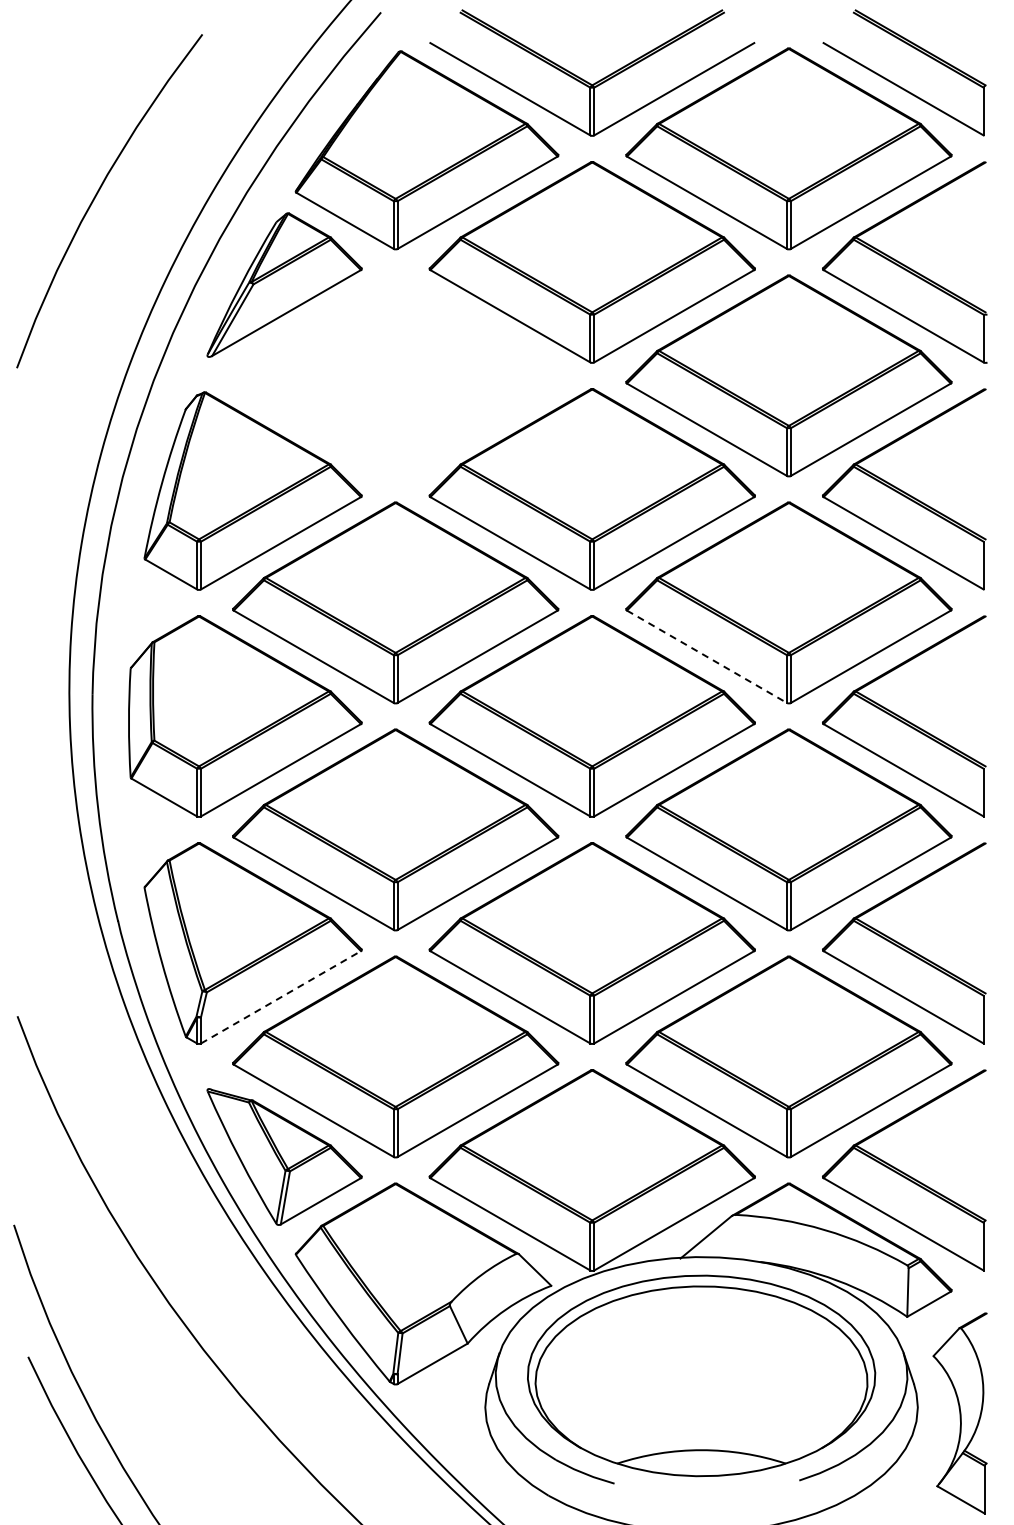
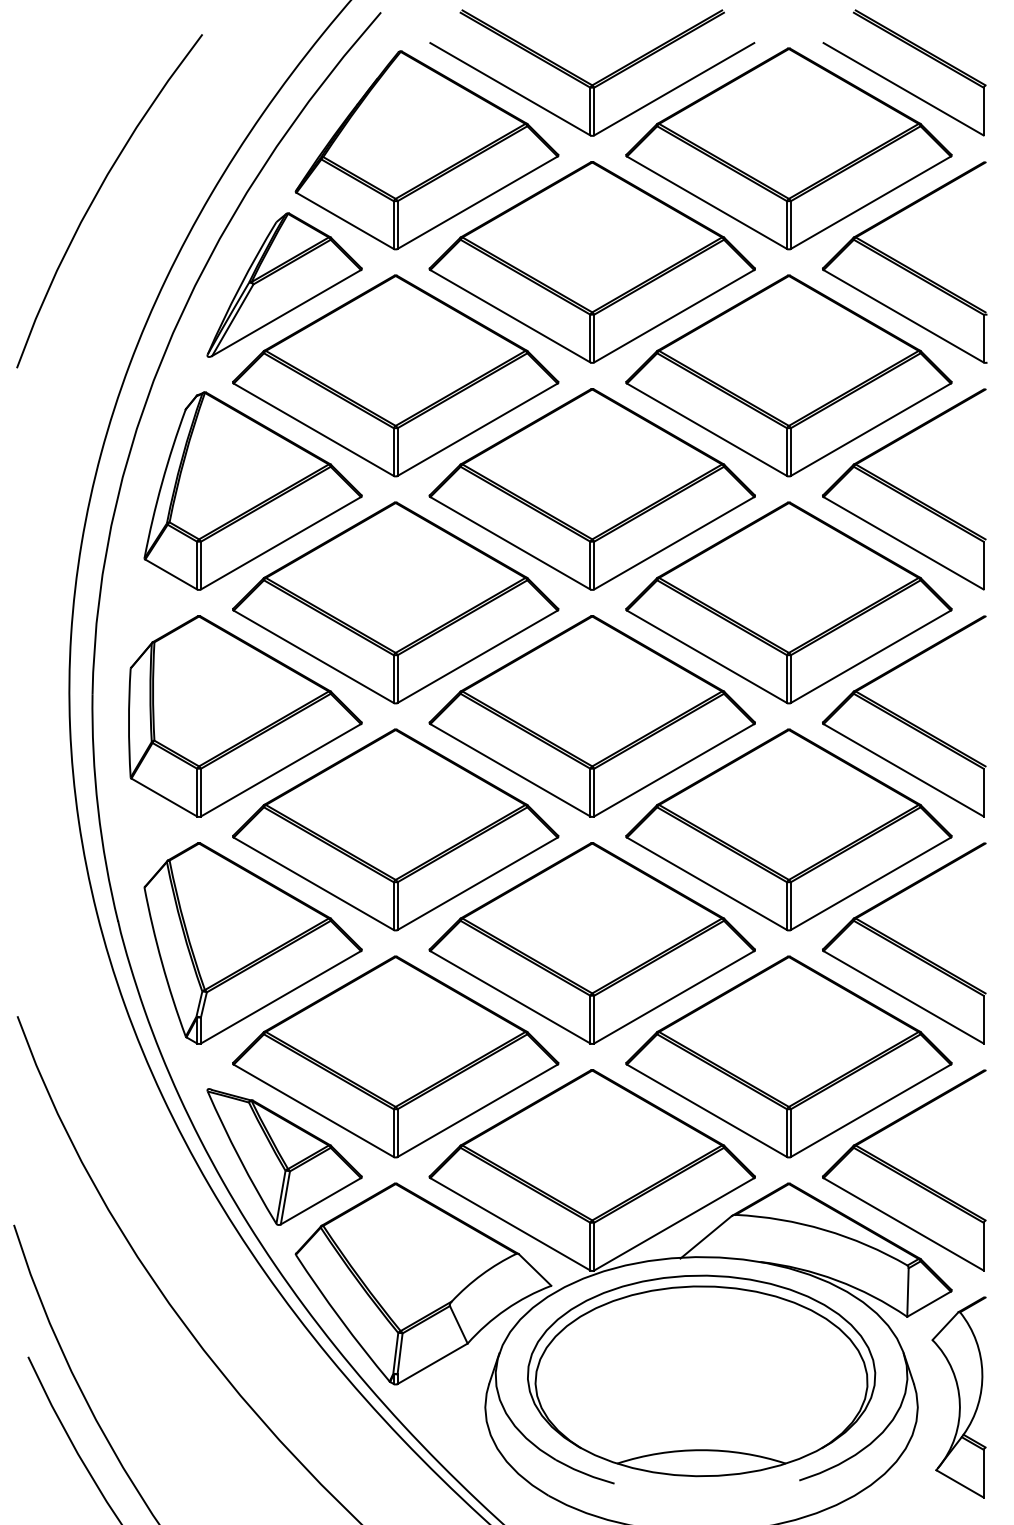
part at (395, 375): none -> present
line at (707, 657): dashed -> solid
line at (281, 997): dashed -> solid
part at (959, 1413) position: (959, 1413) -> (958, 1397)
